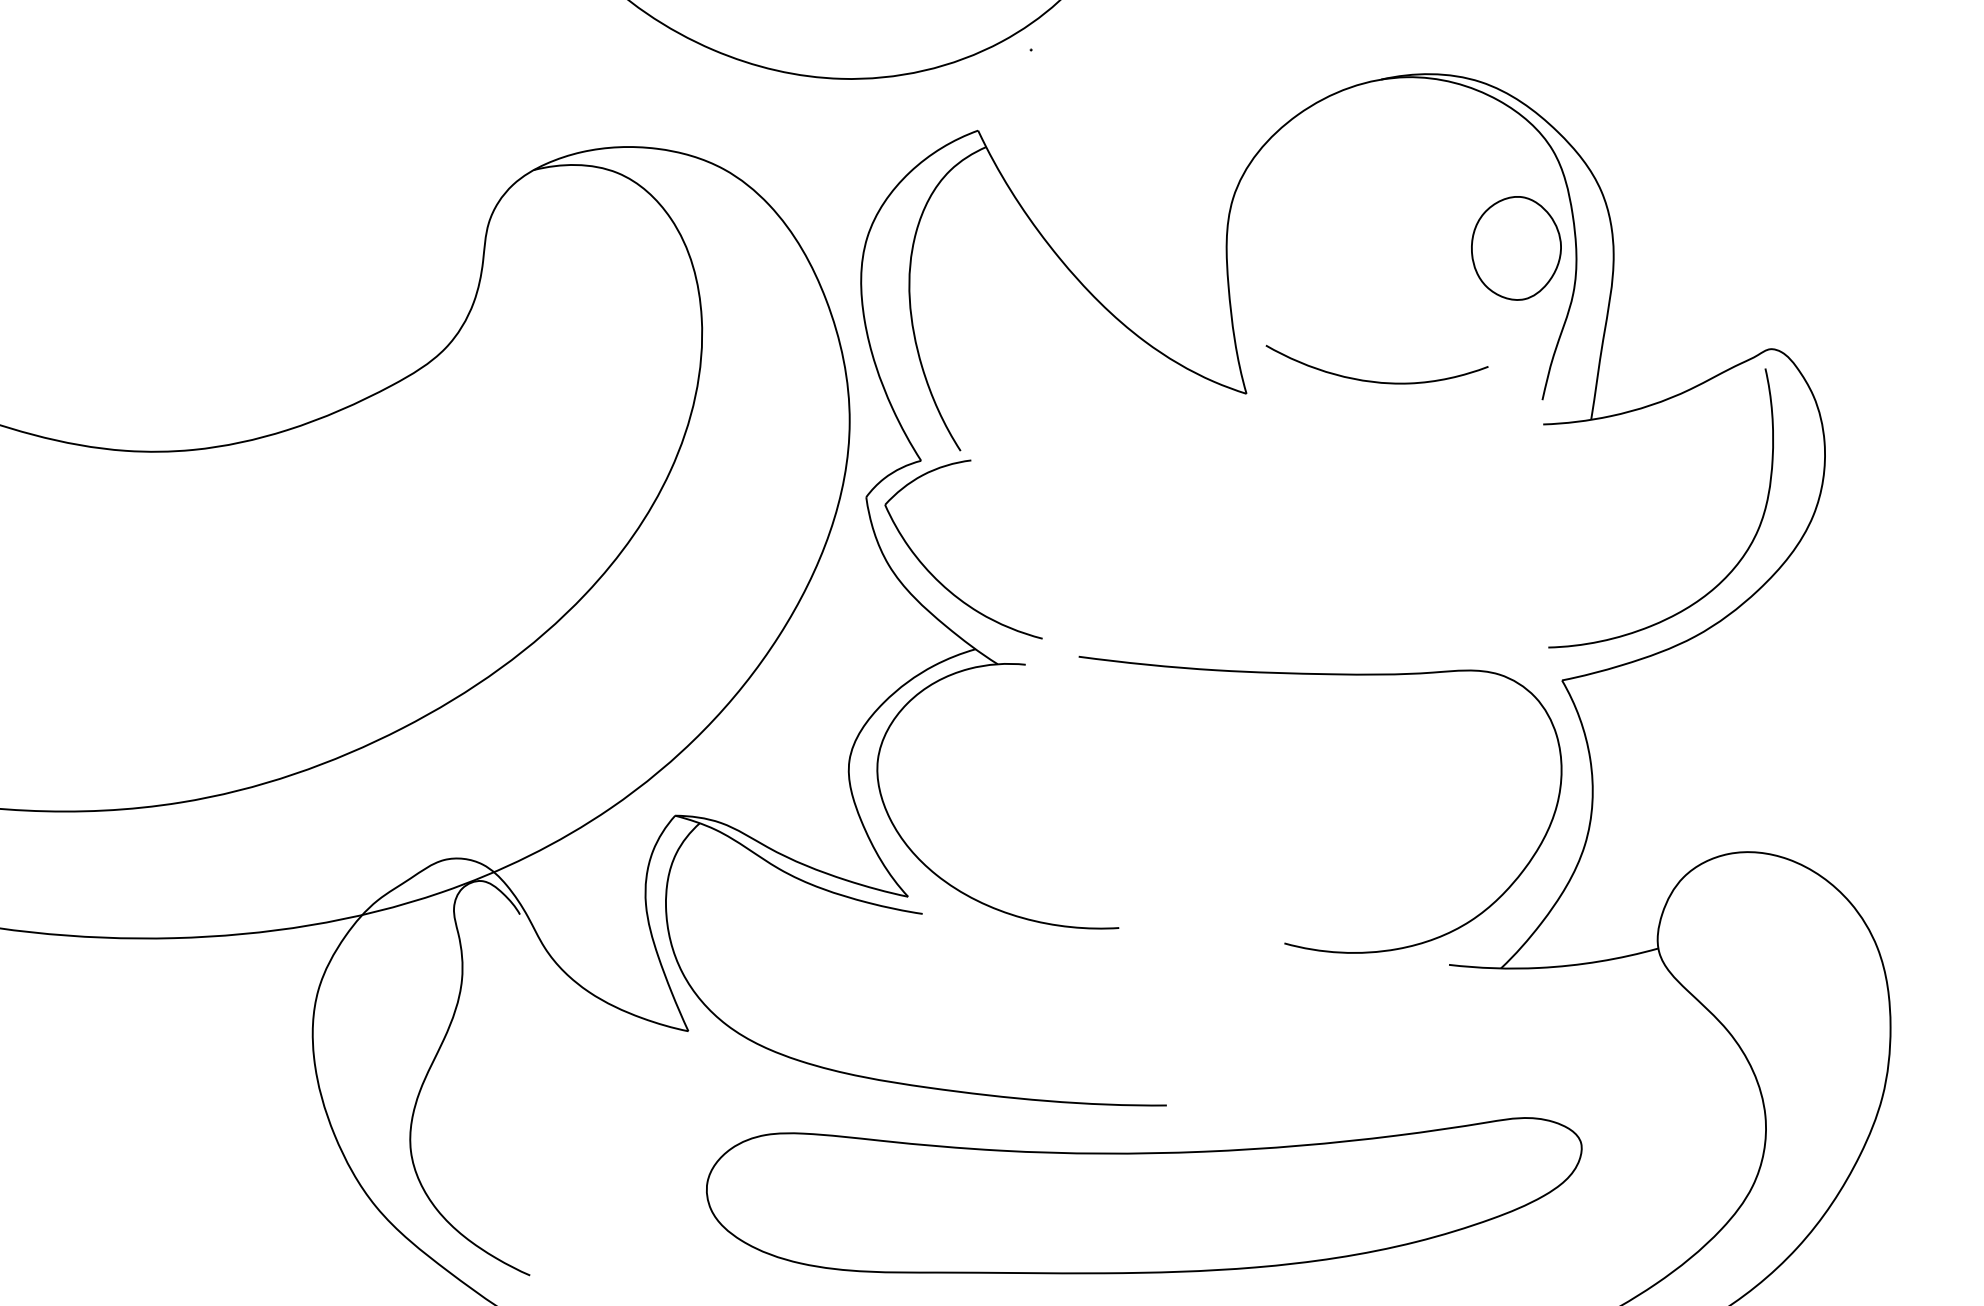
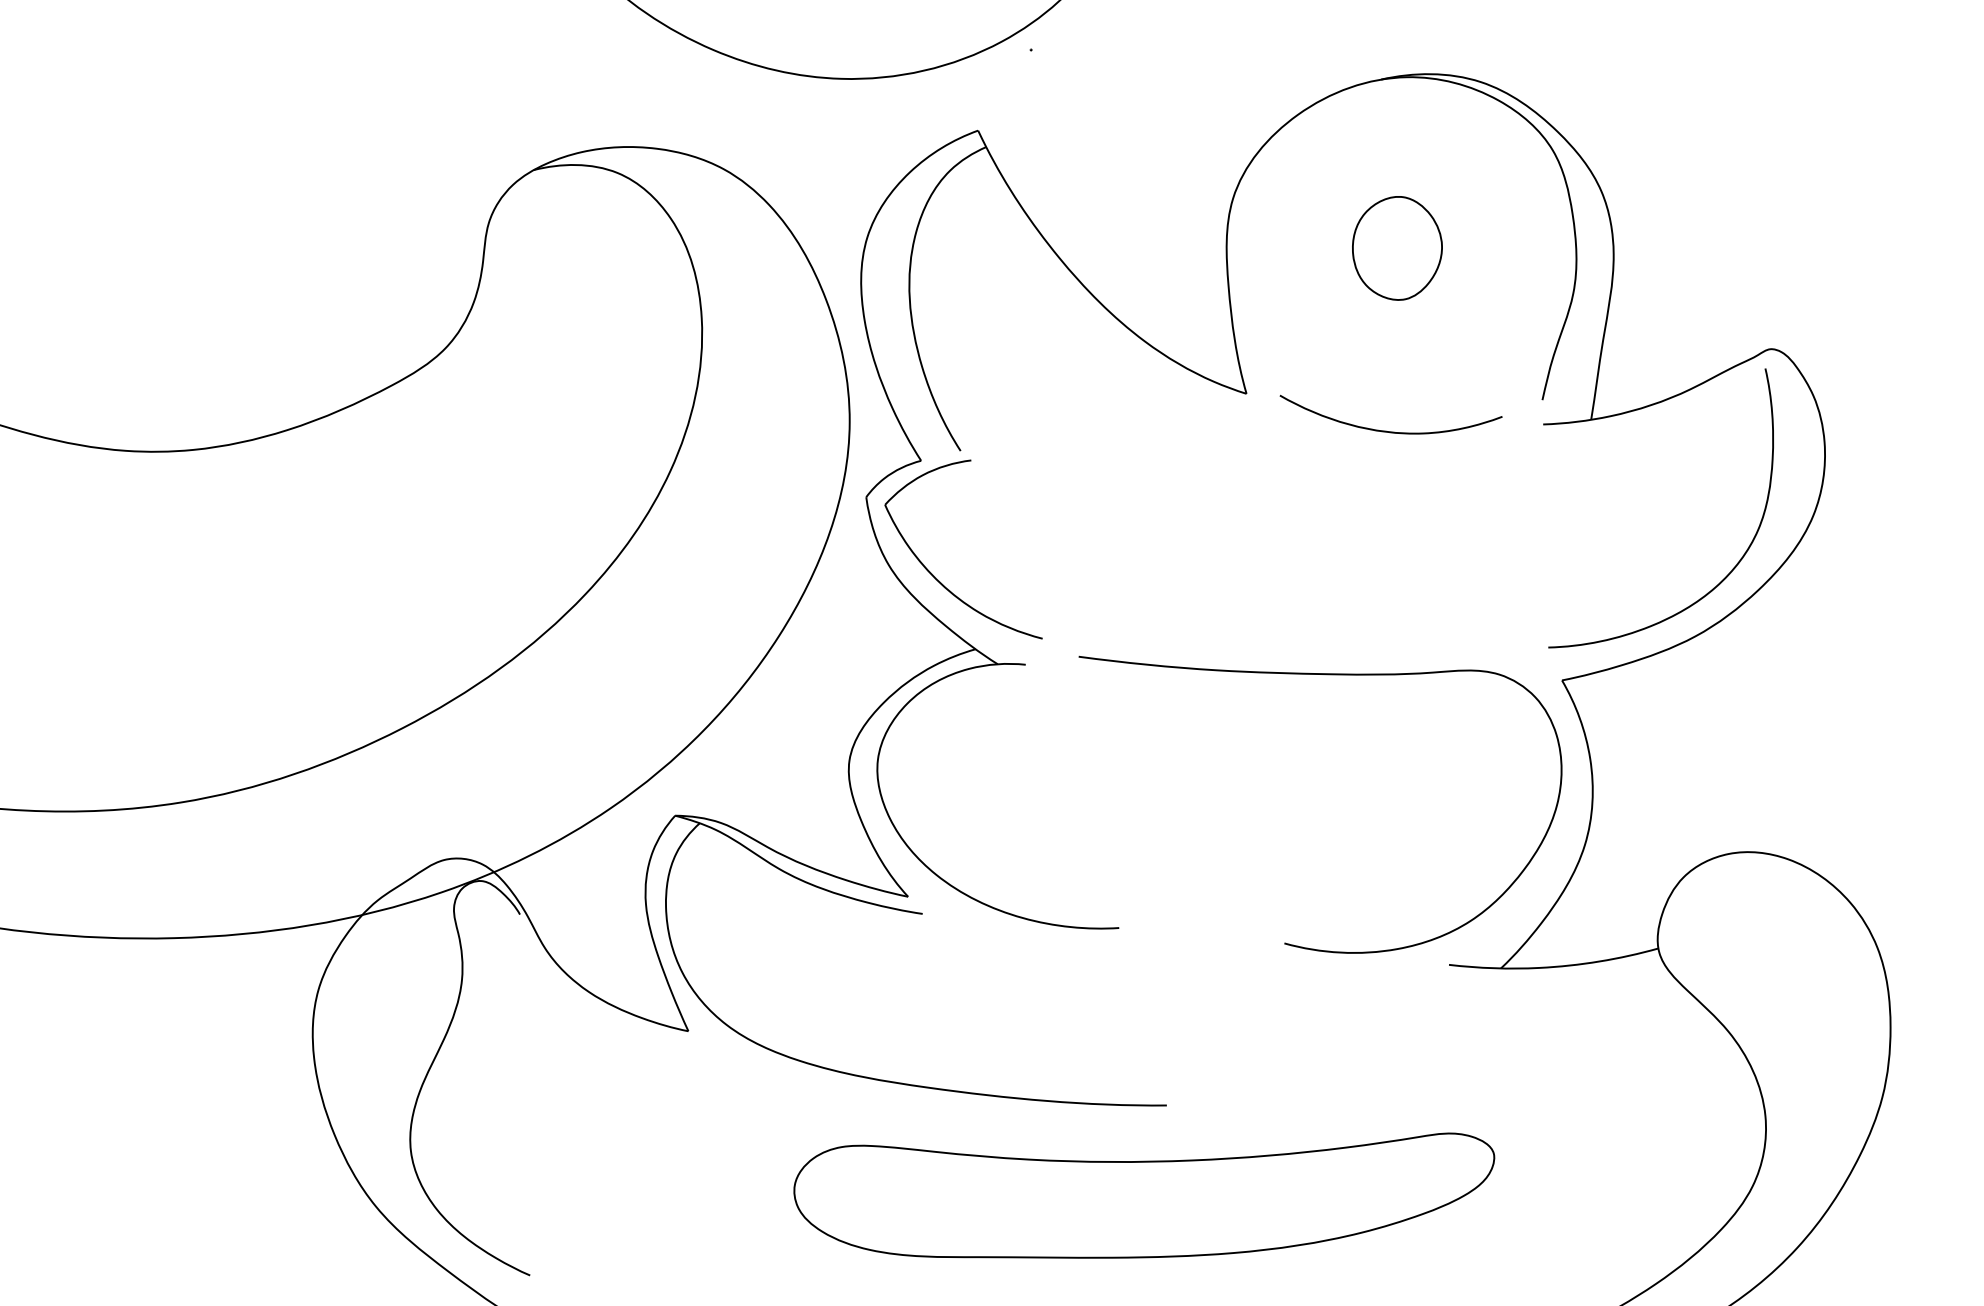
part at (1516, 248) position: (1516, 248) -> (1397, 248)
curve at (1372, 380) position: (1372, 380) -> (1386, 430)
part at (1144, 1195) size: 877x158 px -> 703x127 px
